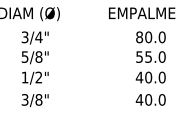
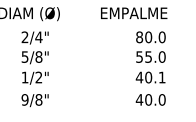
text at (142, 12) position: (142, 12) -> (134, 12)
text at (24, 37): 3/4" -> 2/4"
text at (161, 77): 40.0 -> 40.1
text at (24, 99): 3/8" -> 9/8"
